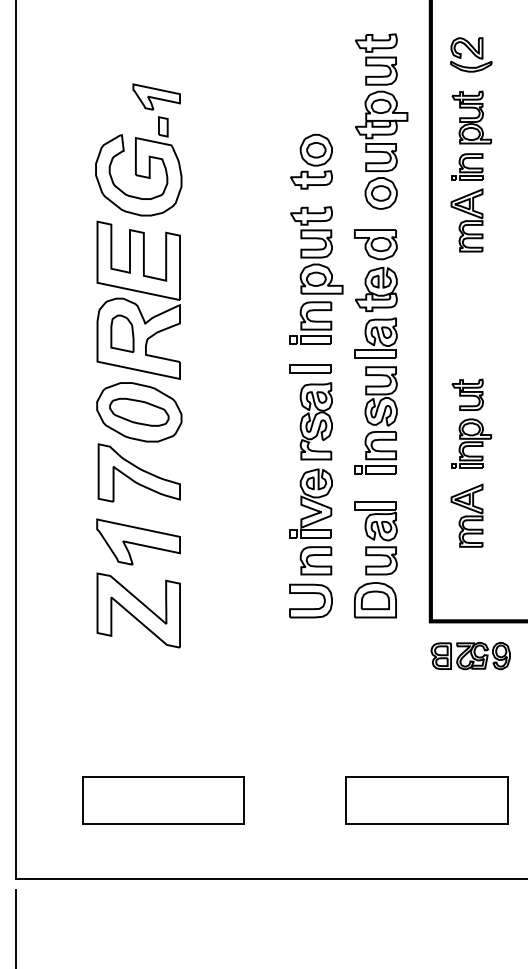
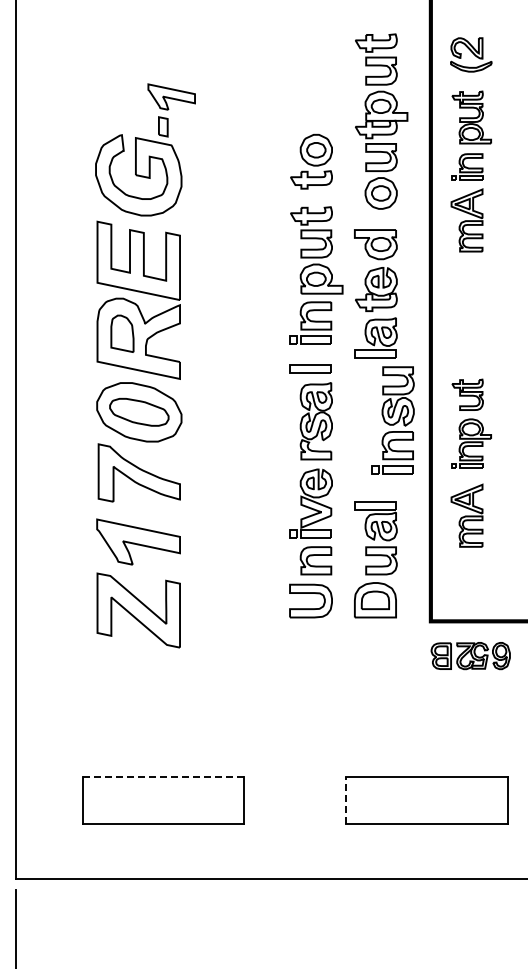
part at (156, 96) position: (156, 96) -> (171, 96)
part at (375, 420) position: (375, 420) -> (392, 420)
line at (163, 777): solid -> dashed
line at (346, 800): solid -> dashed
